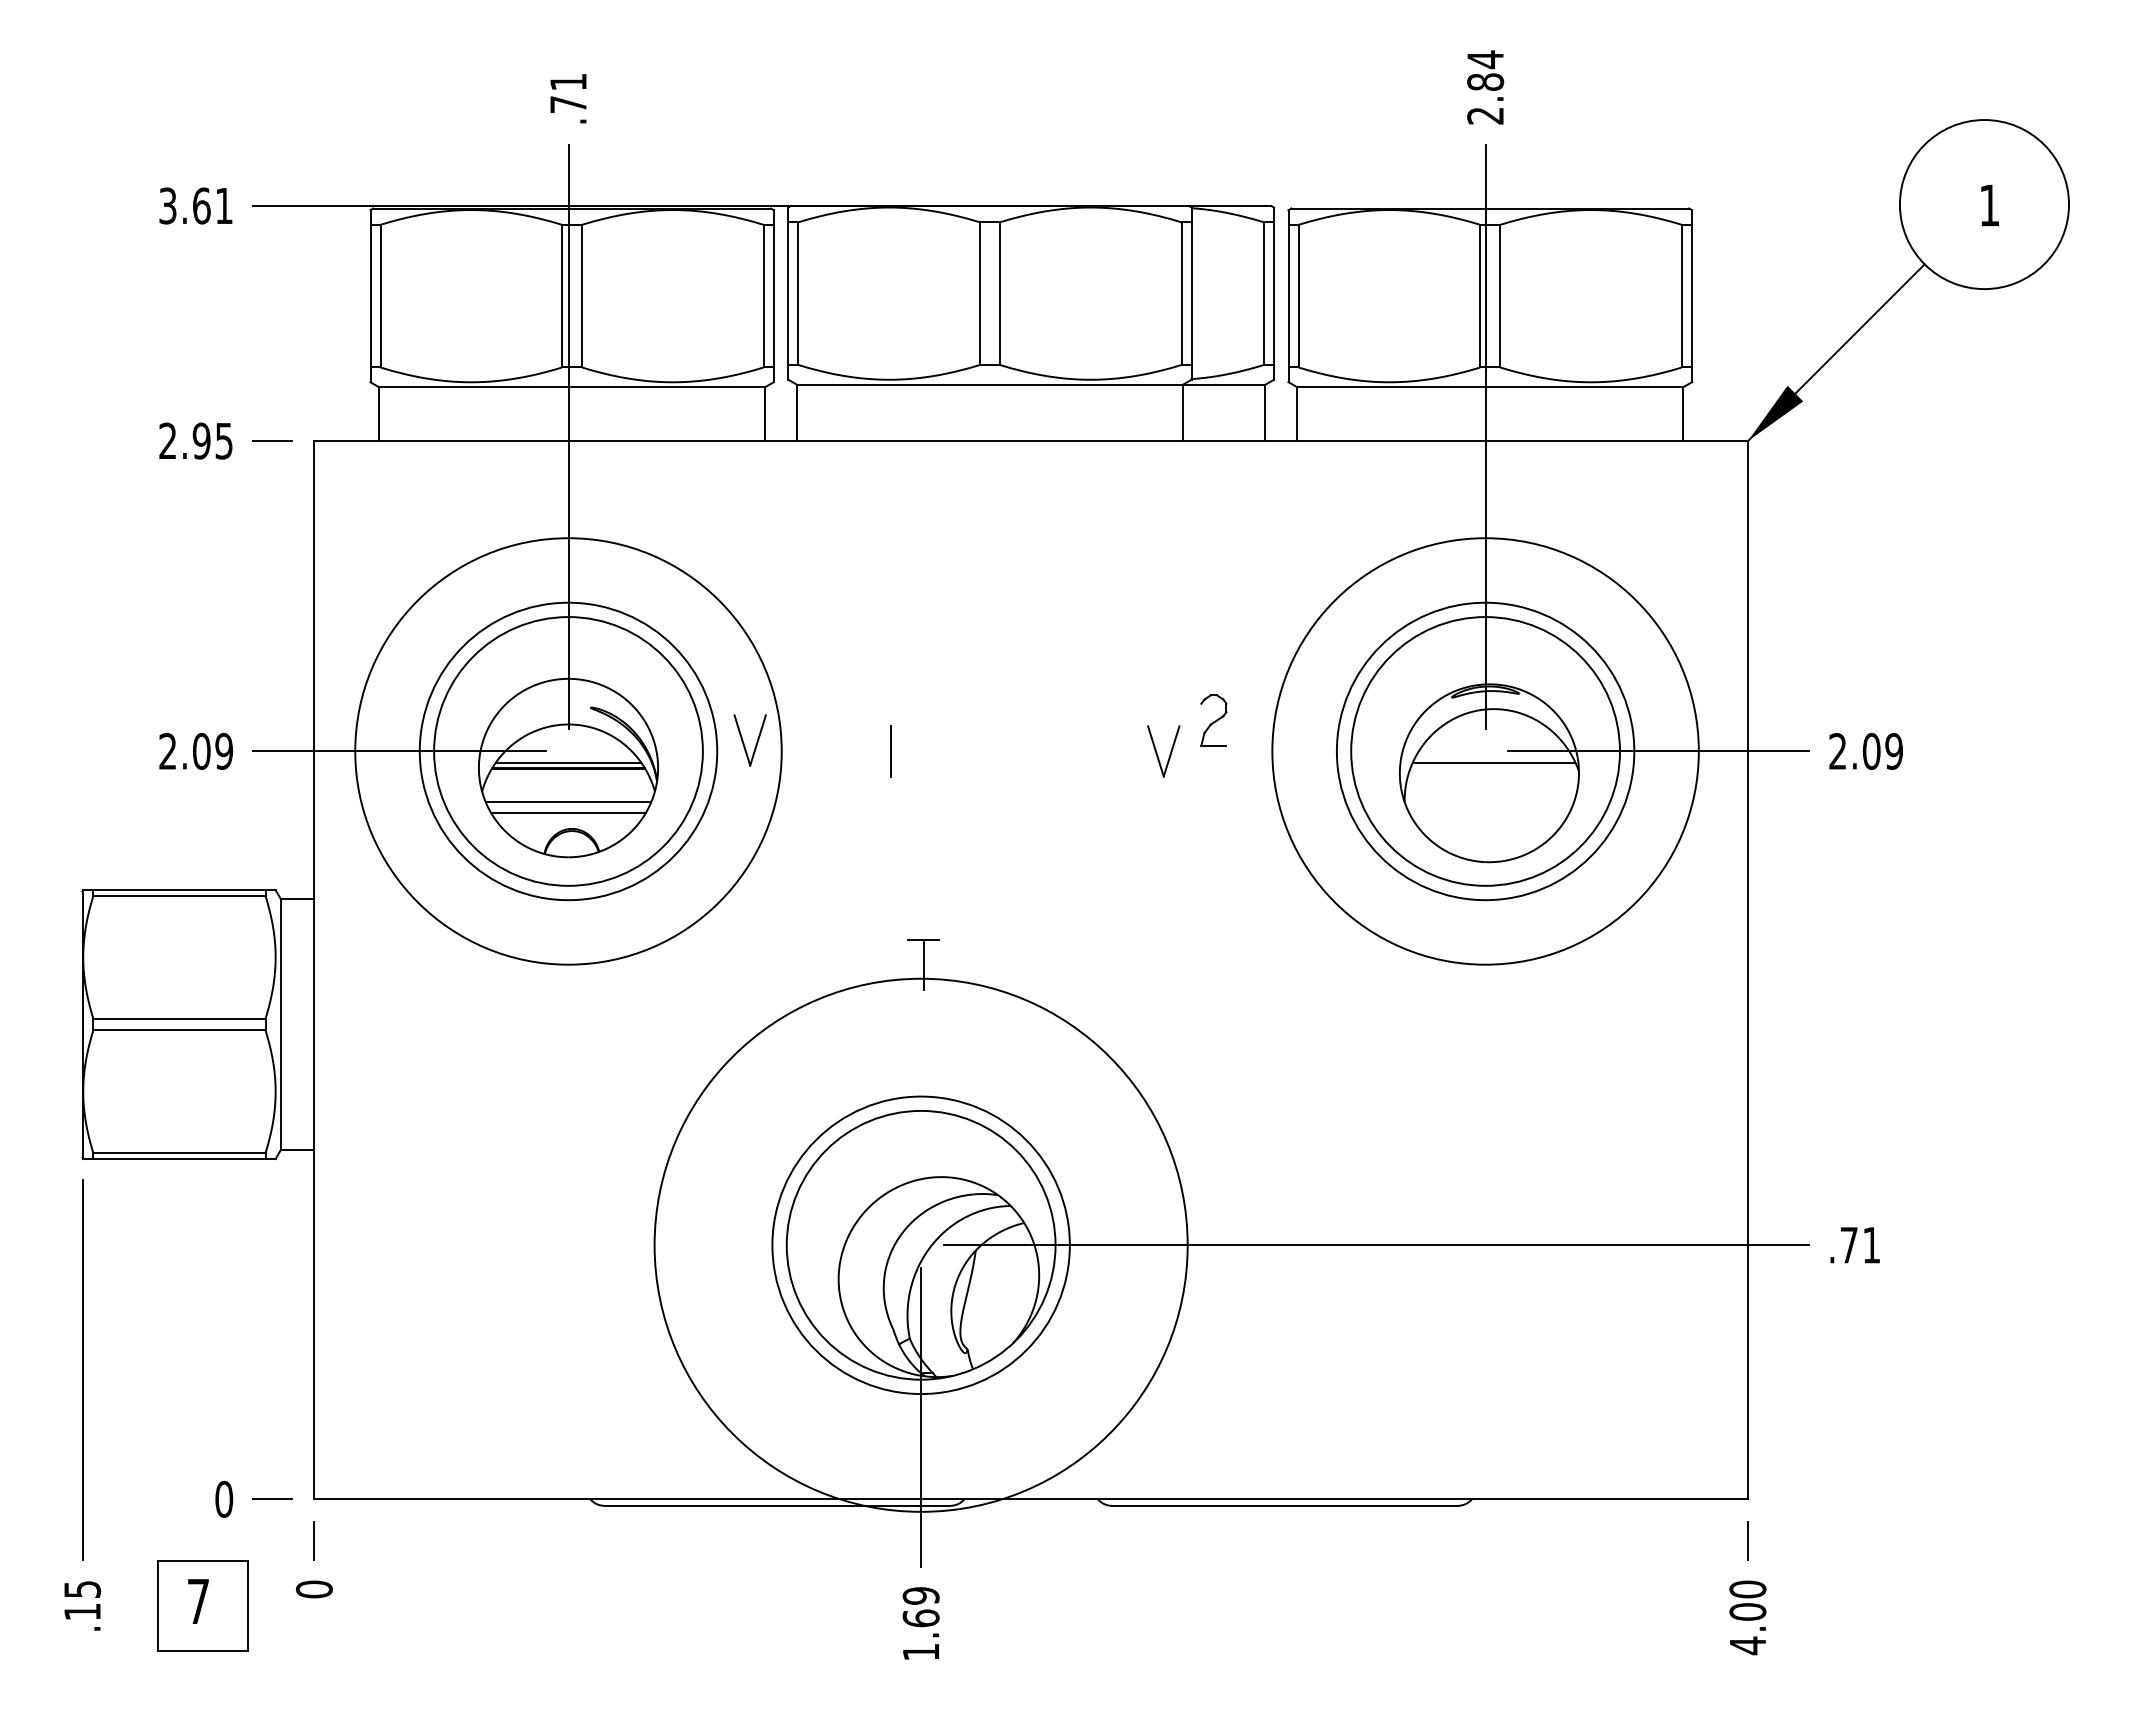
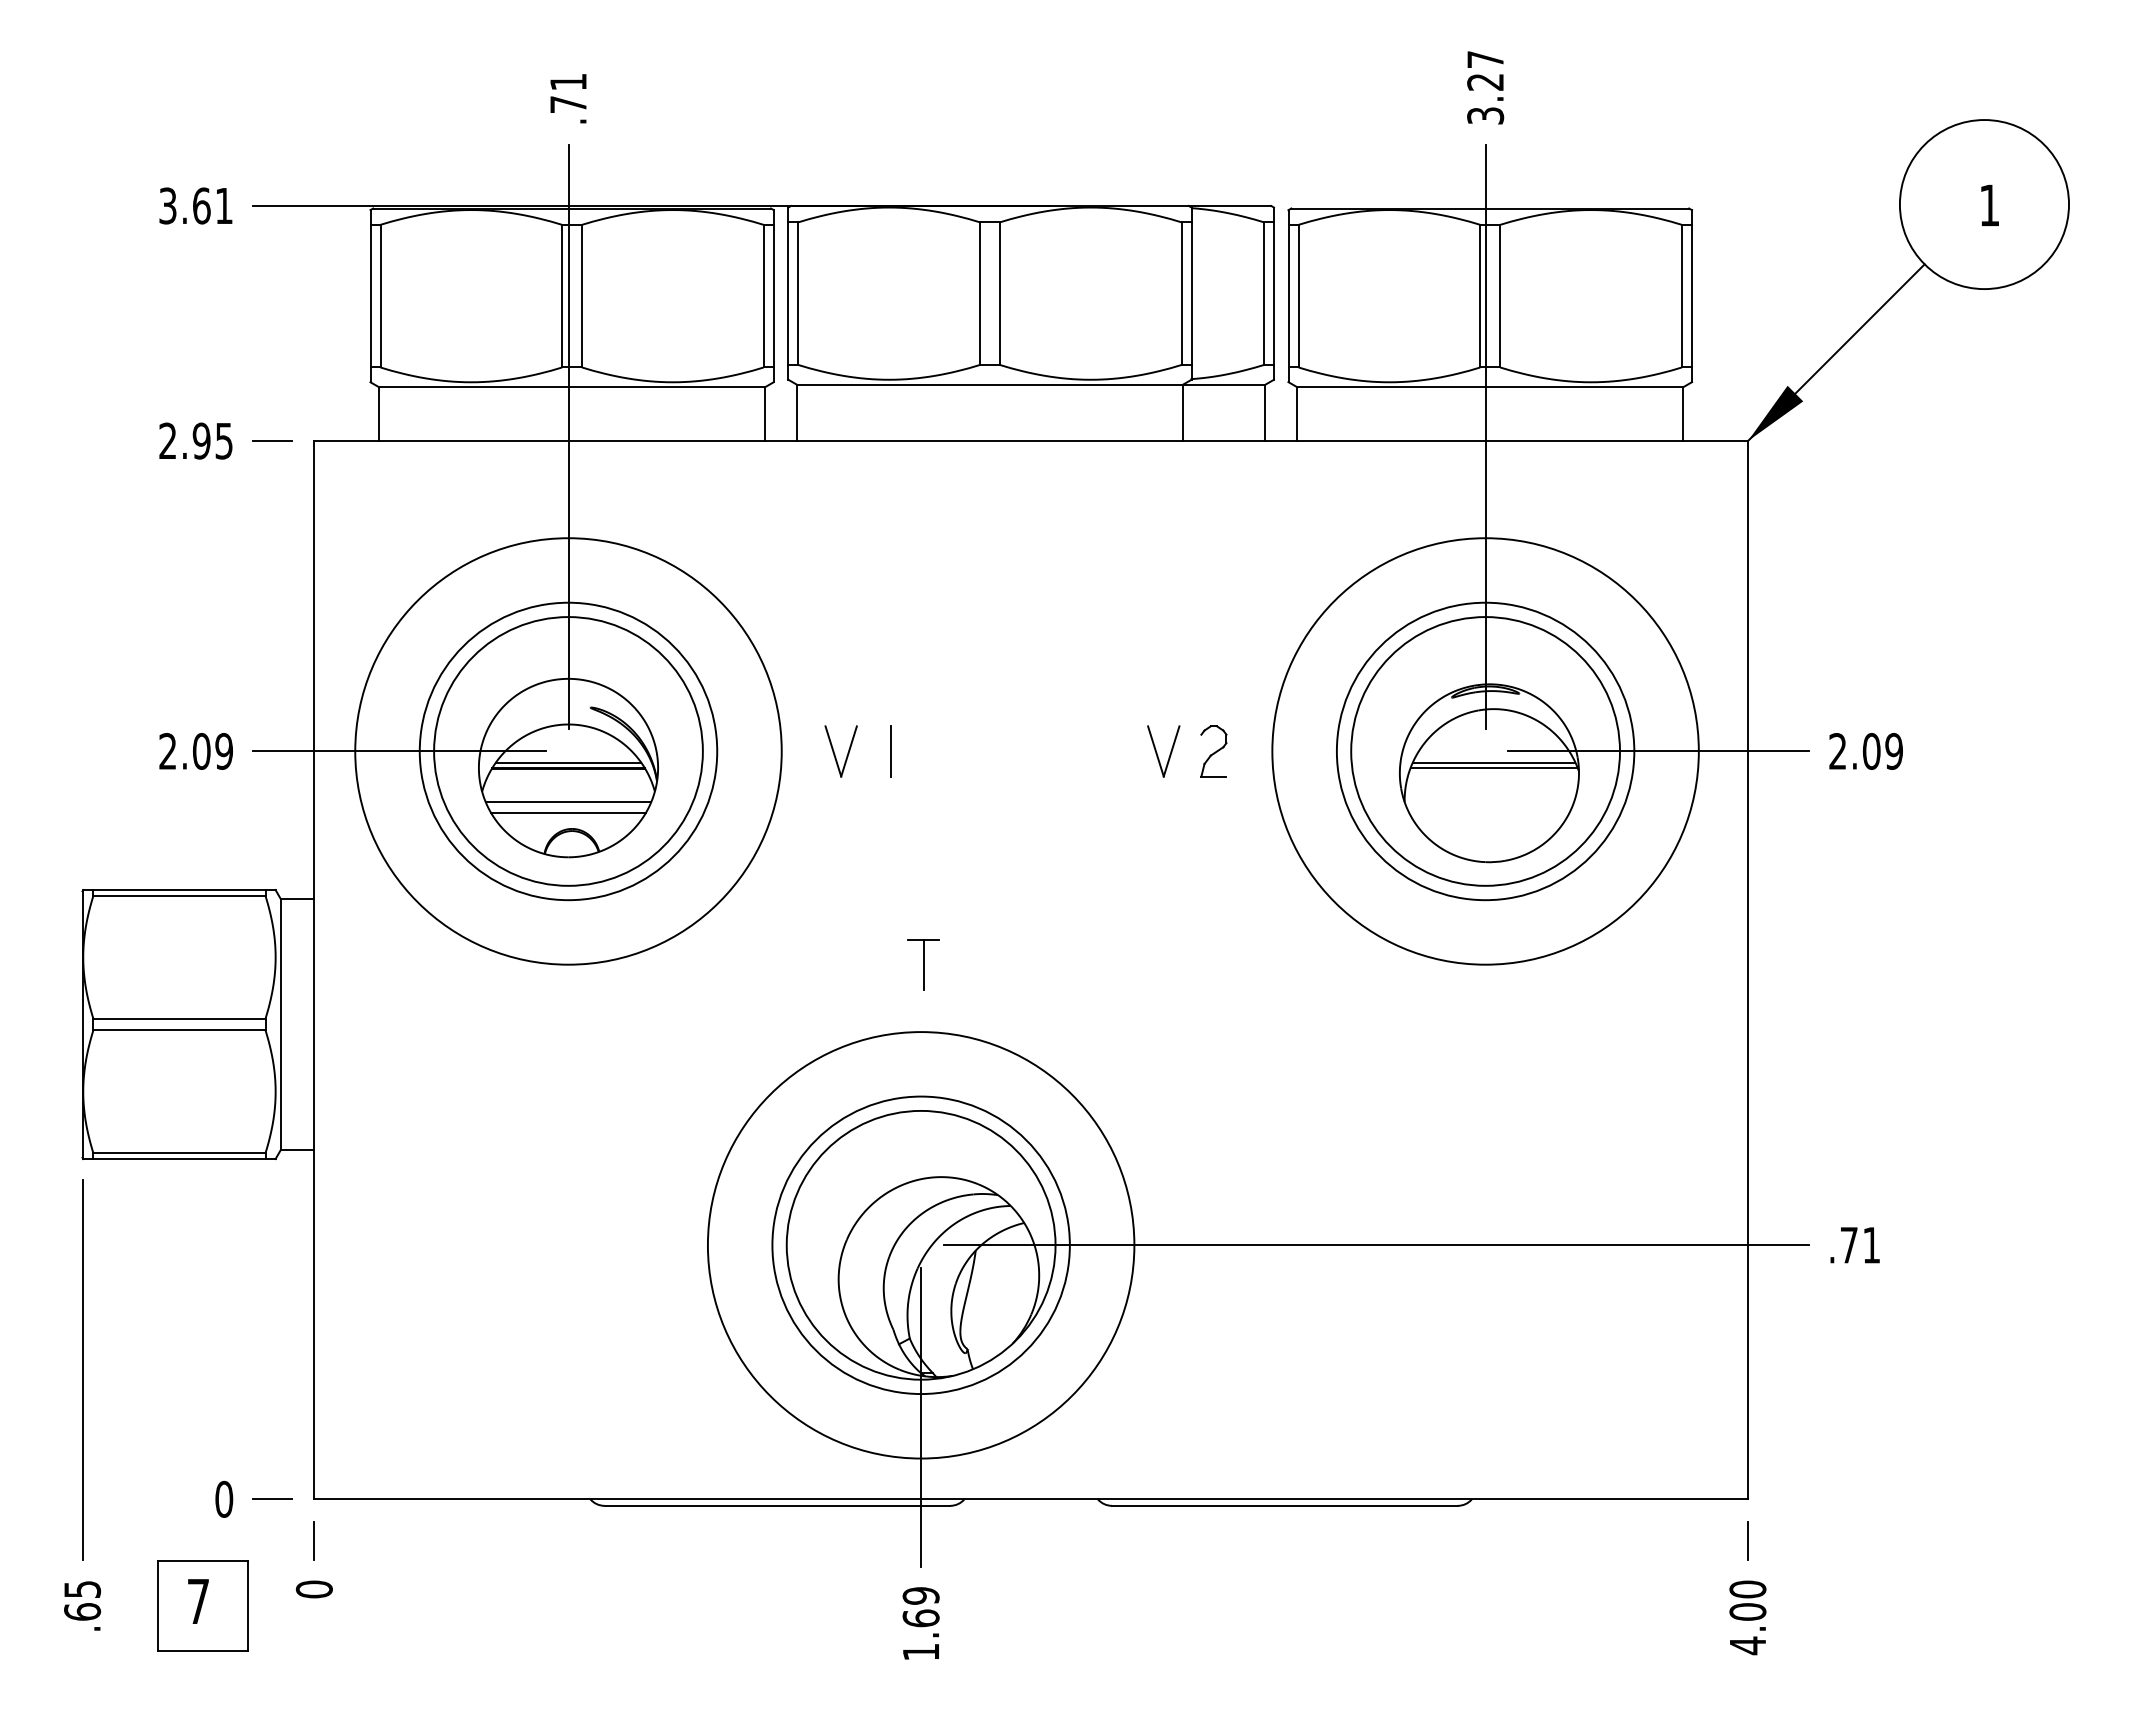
text at (1485, 87): 2.84 -> 3.27
part at (1213, 720) position: (1213, 720) -> (1213, 751)
part at (749, 740) position: (749, 740) -> (840, 751)
line at (1493, 768): none -> present
circle at (920, 1244) diameter: 533 px -> 426 px
text at (82, 1611): .15 -> .65
